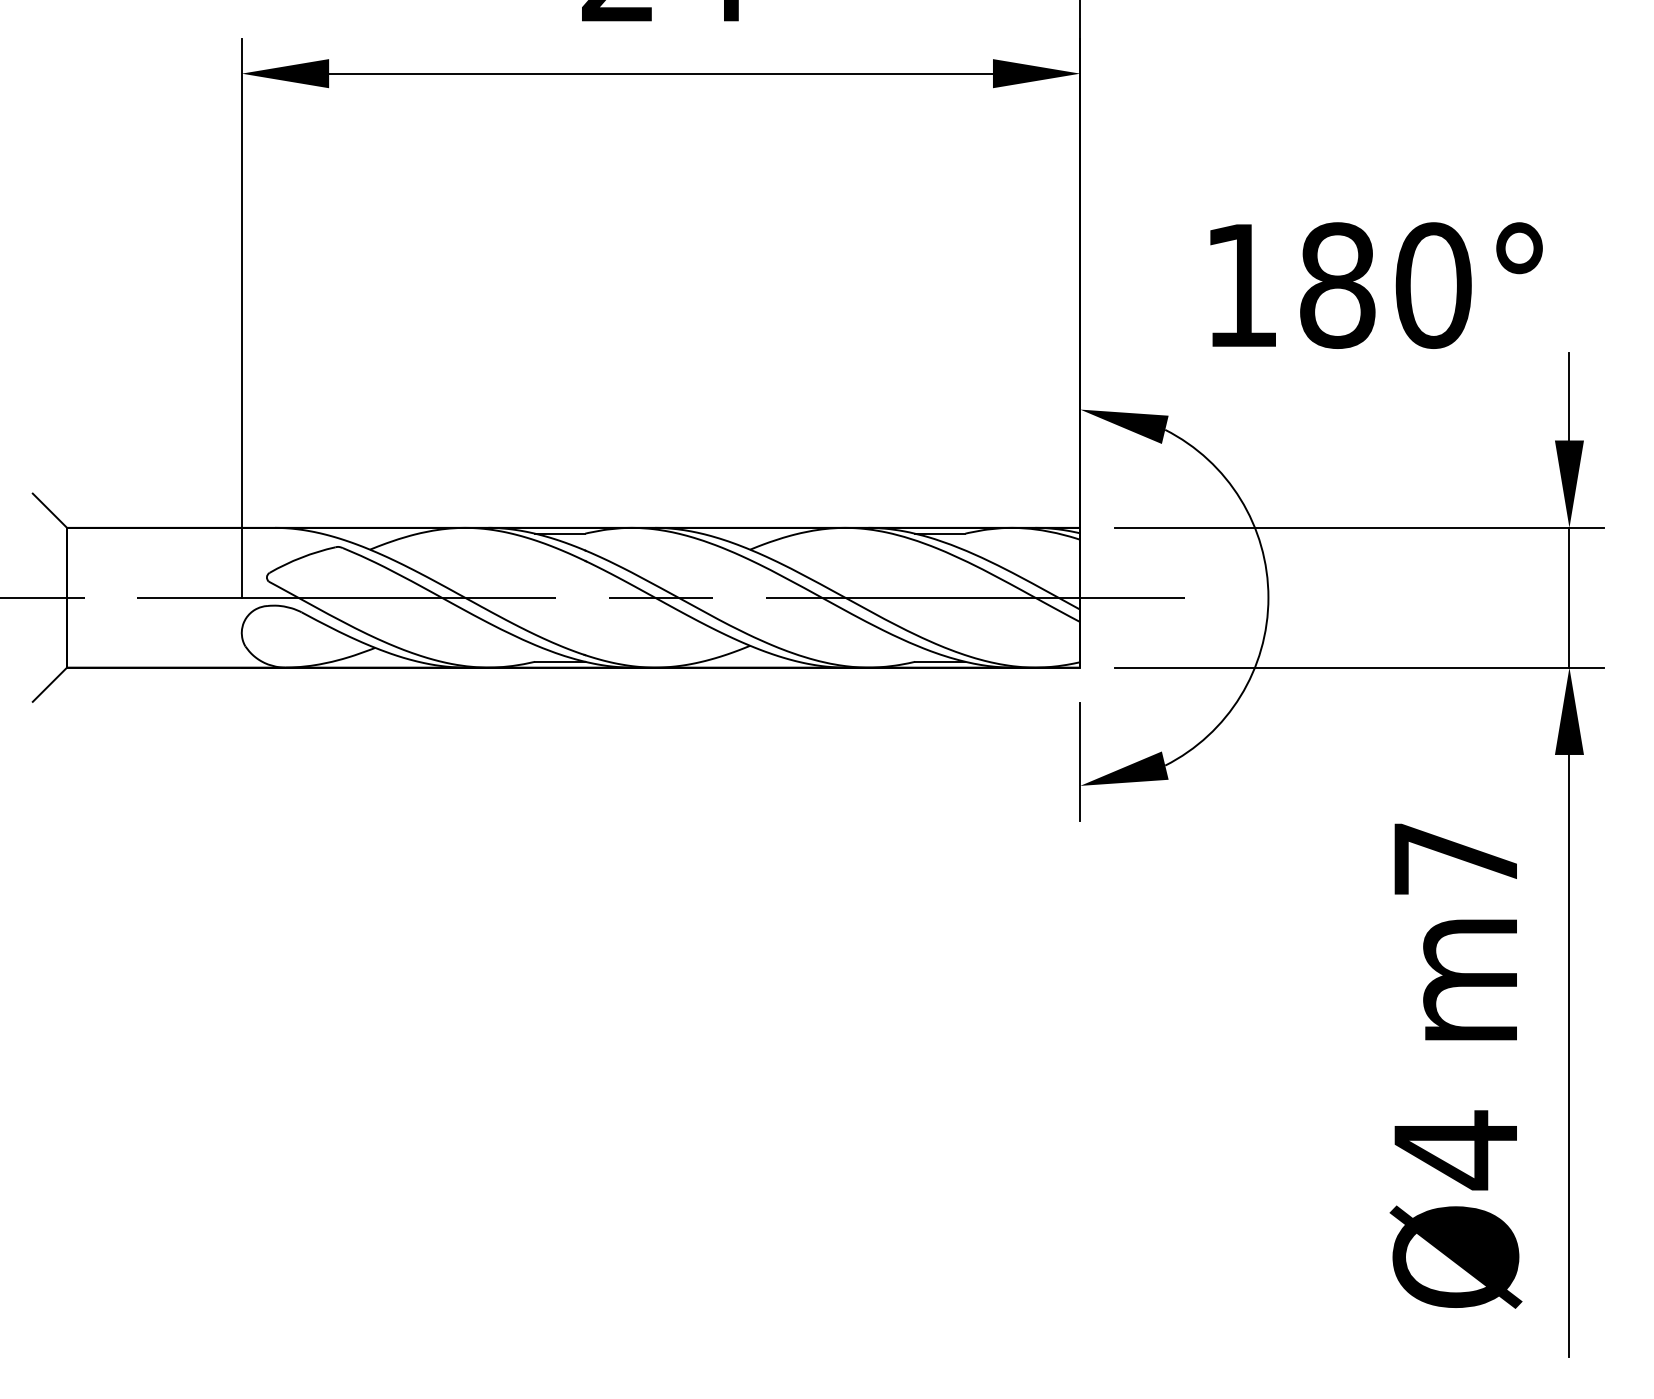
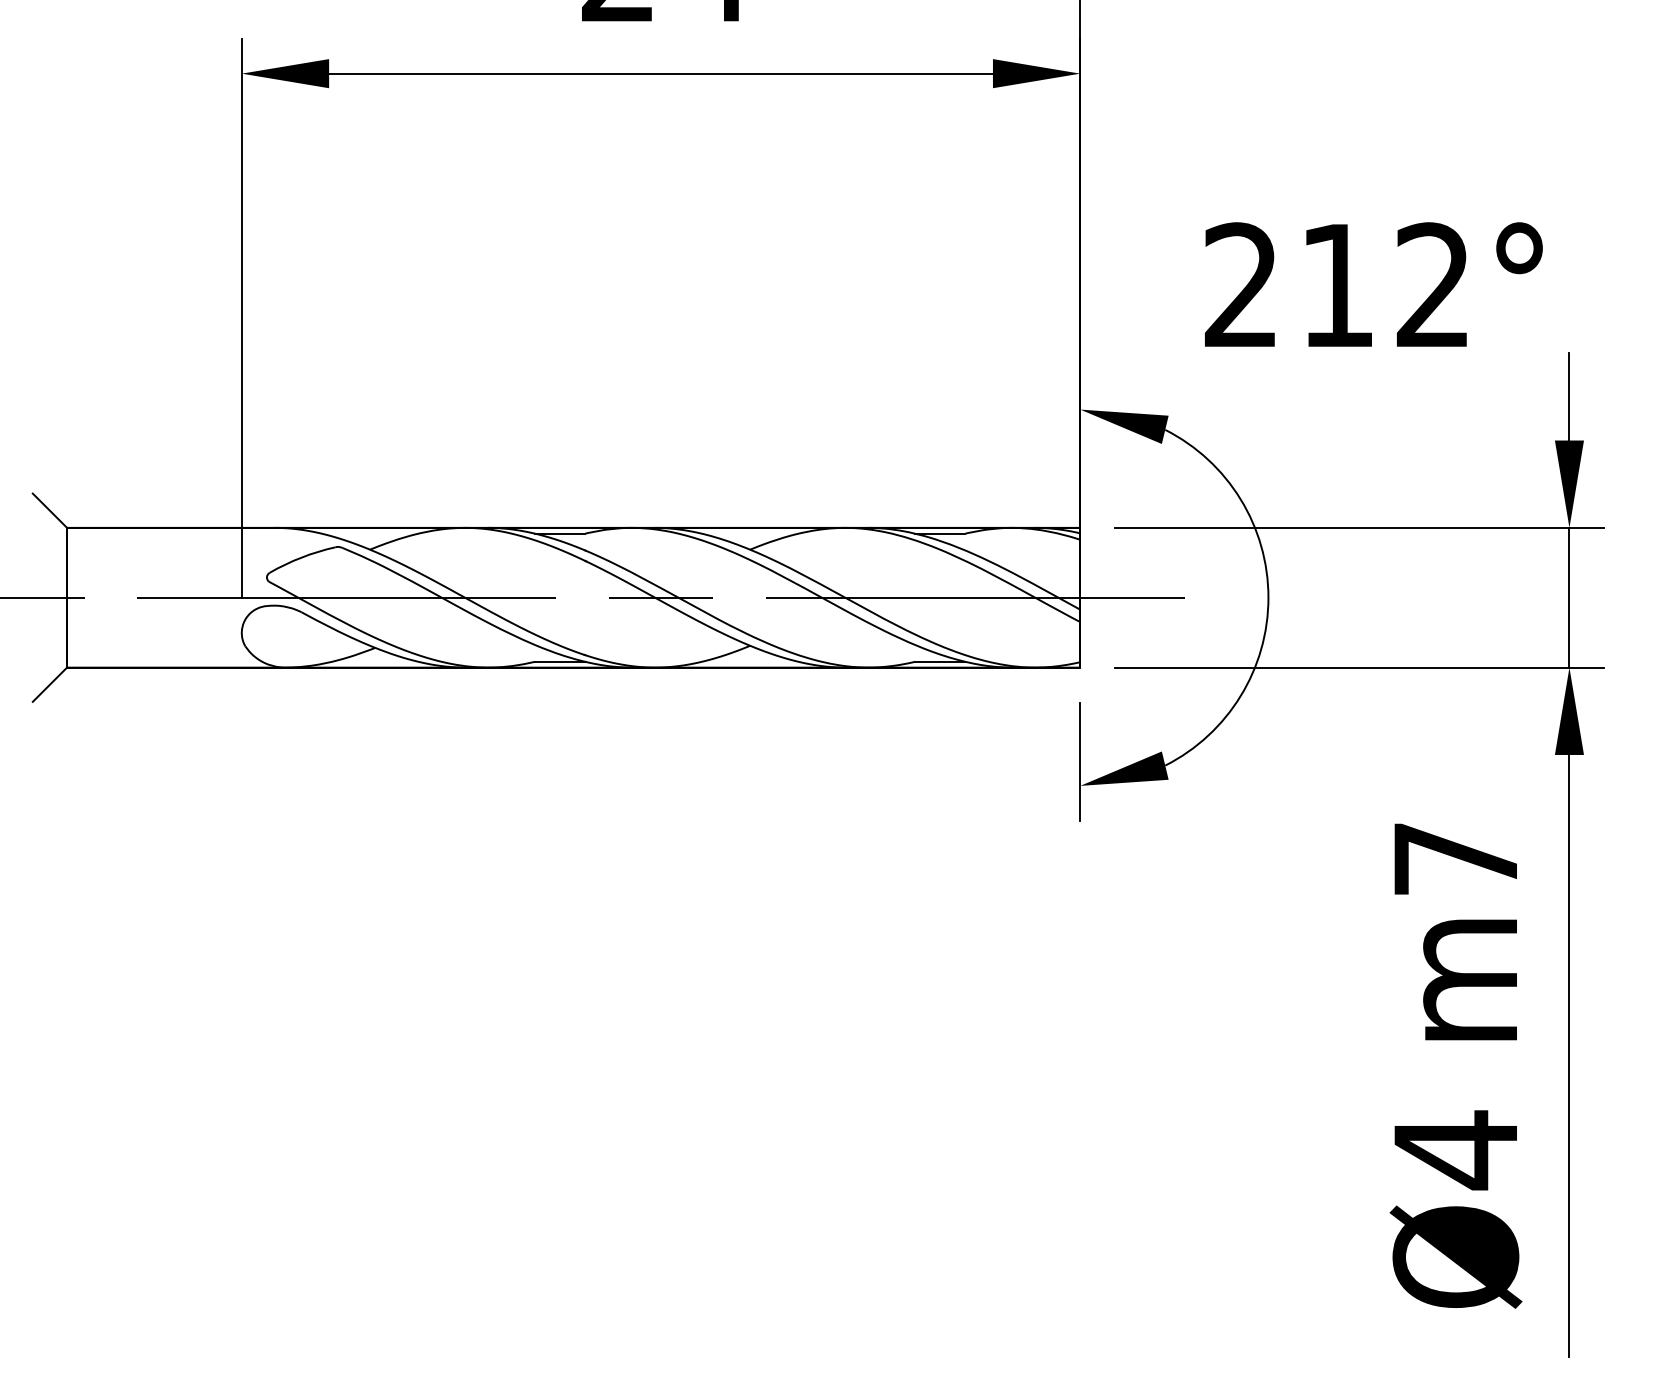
text at (1338, 285): 180° -> 212°
